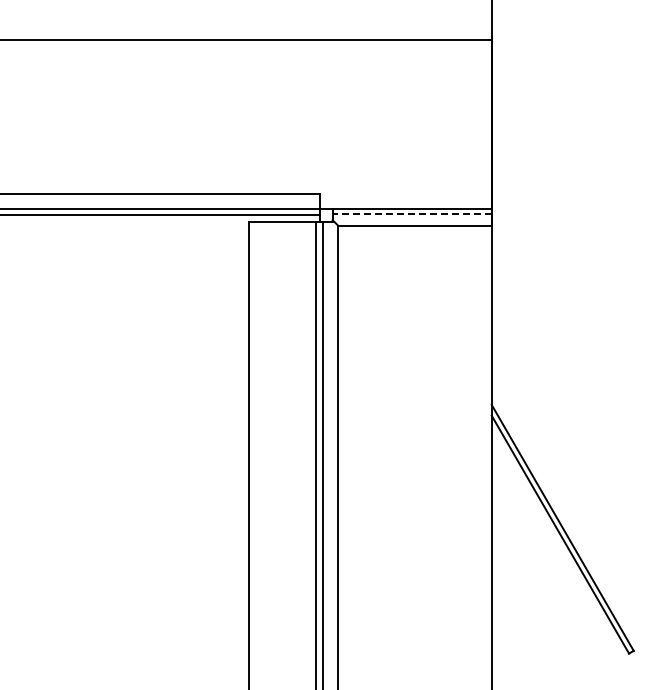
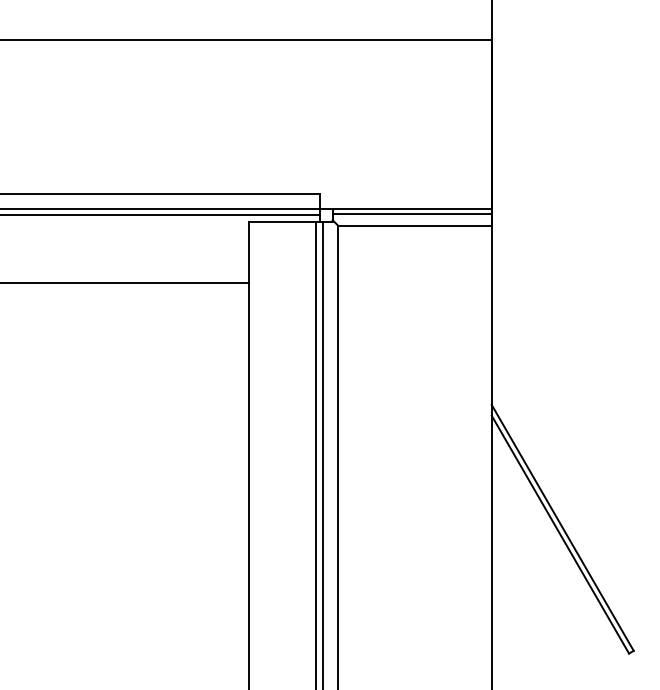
line at (412, 213): dashed -> solid
line at (125, 282): none -> present
